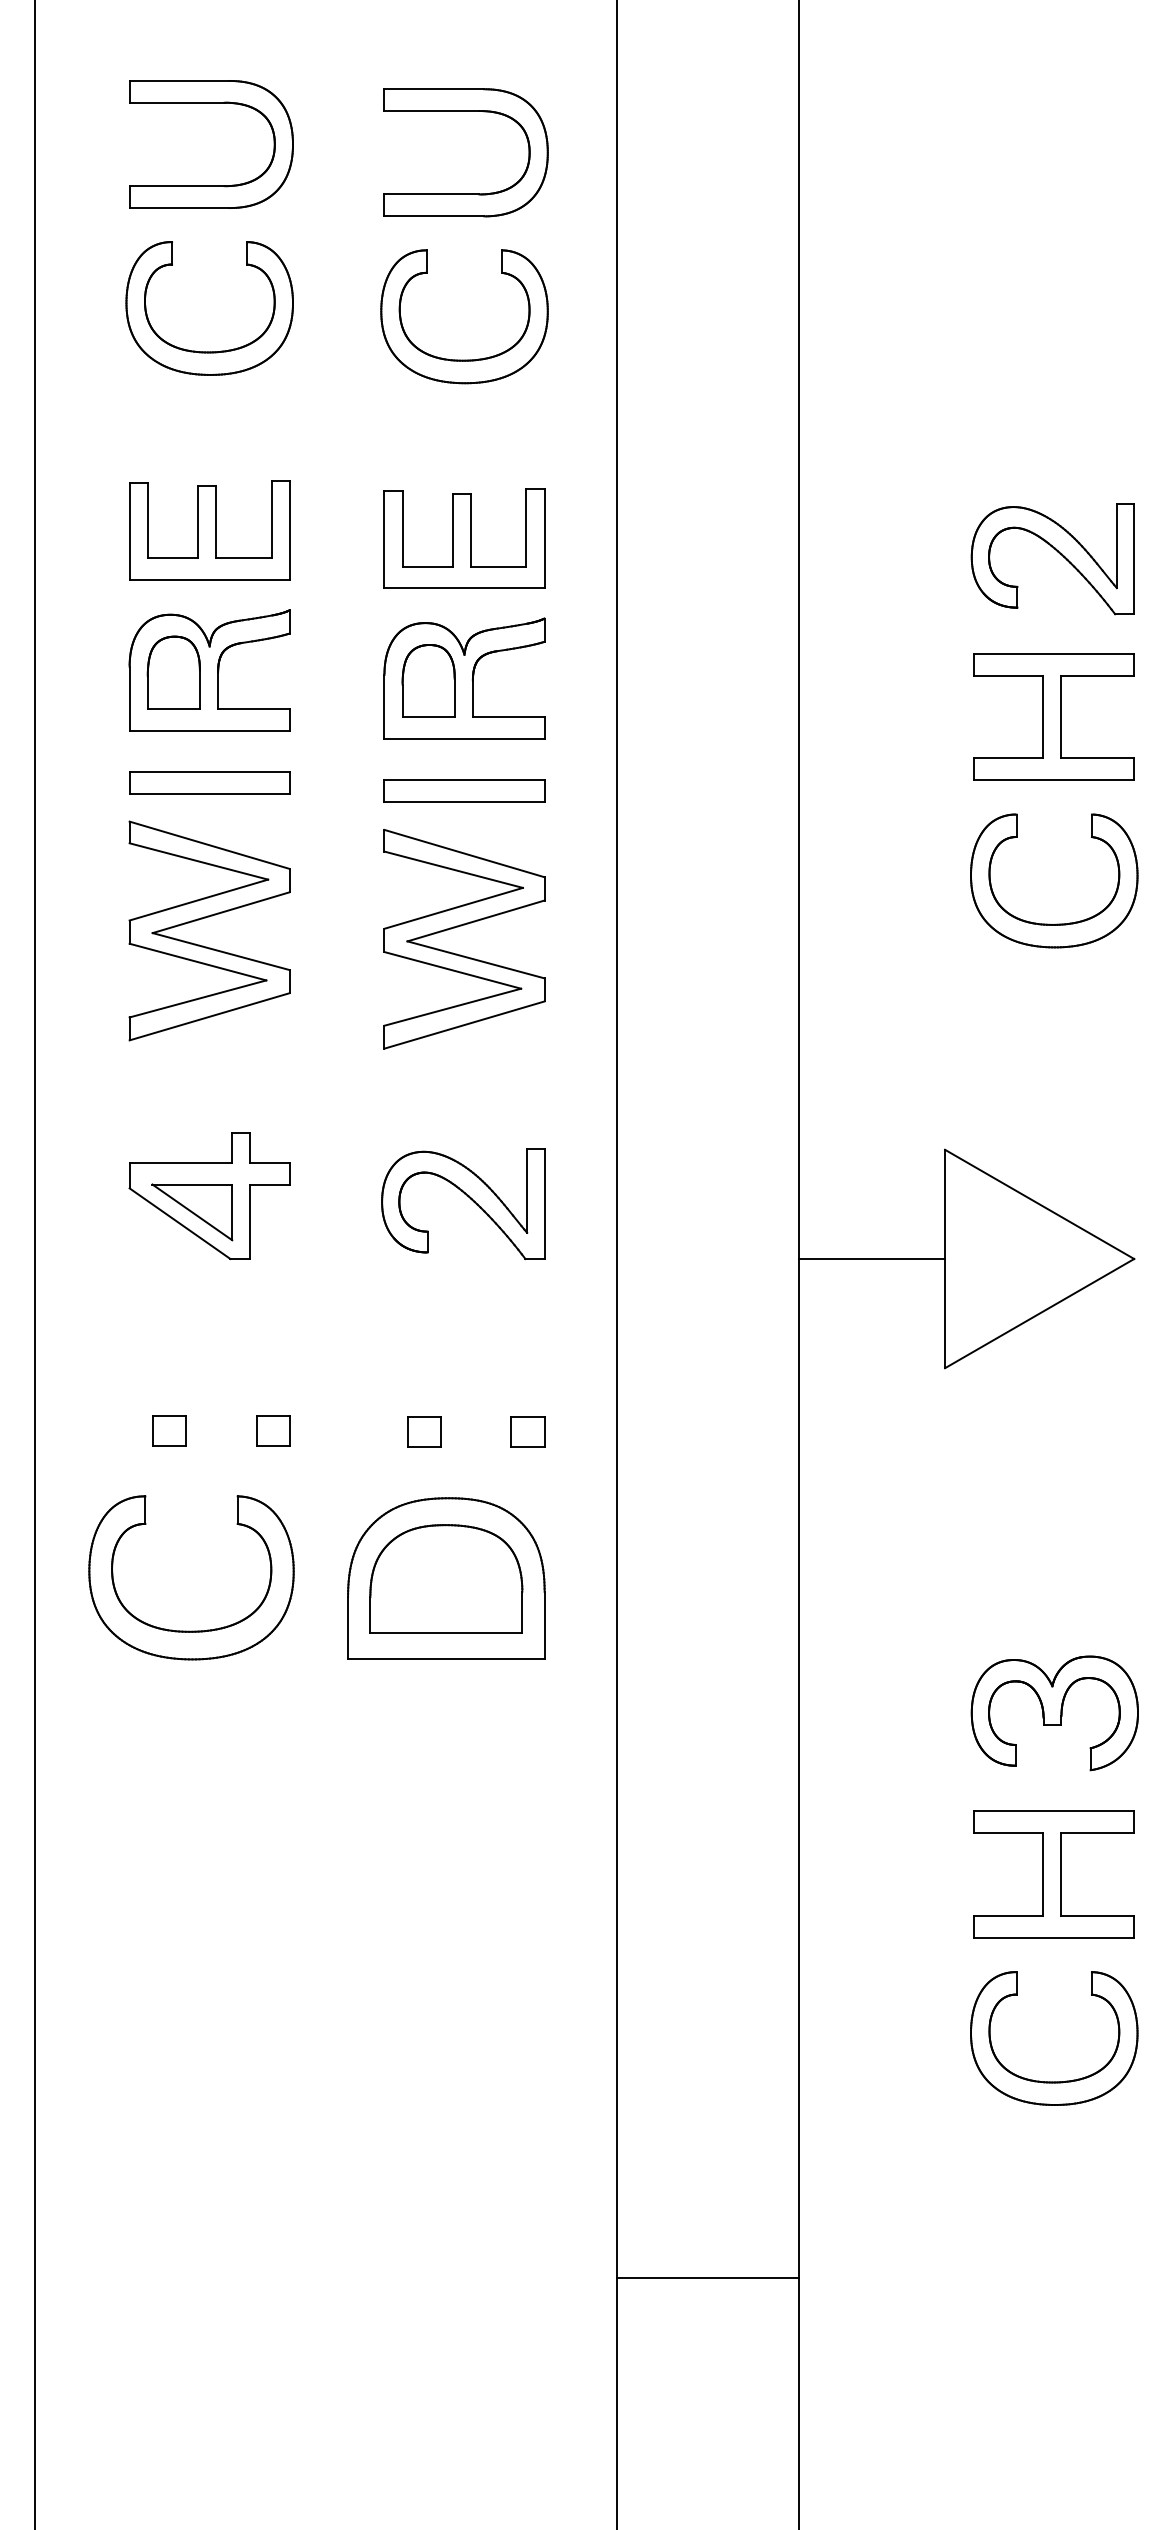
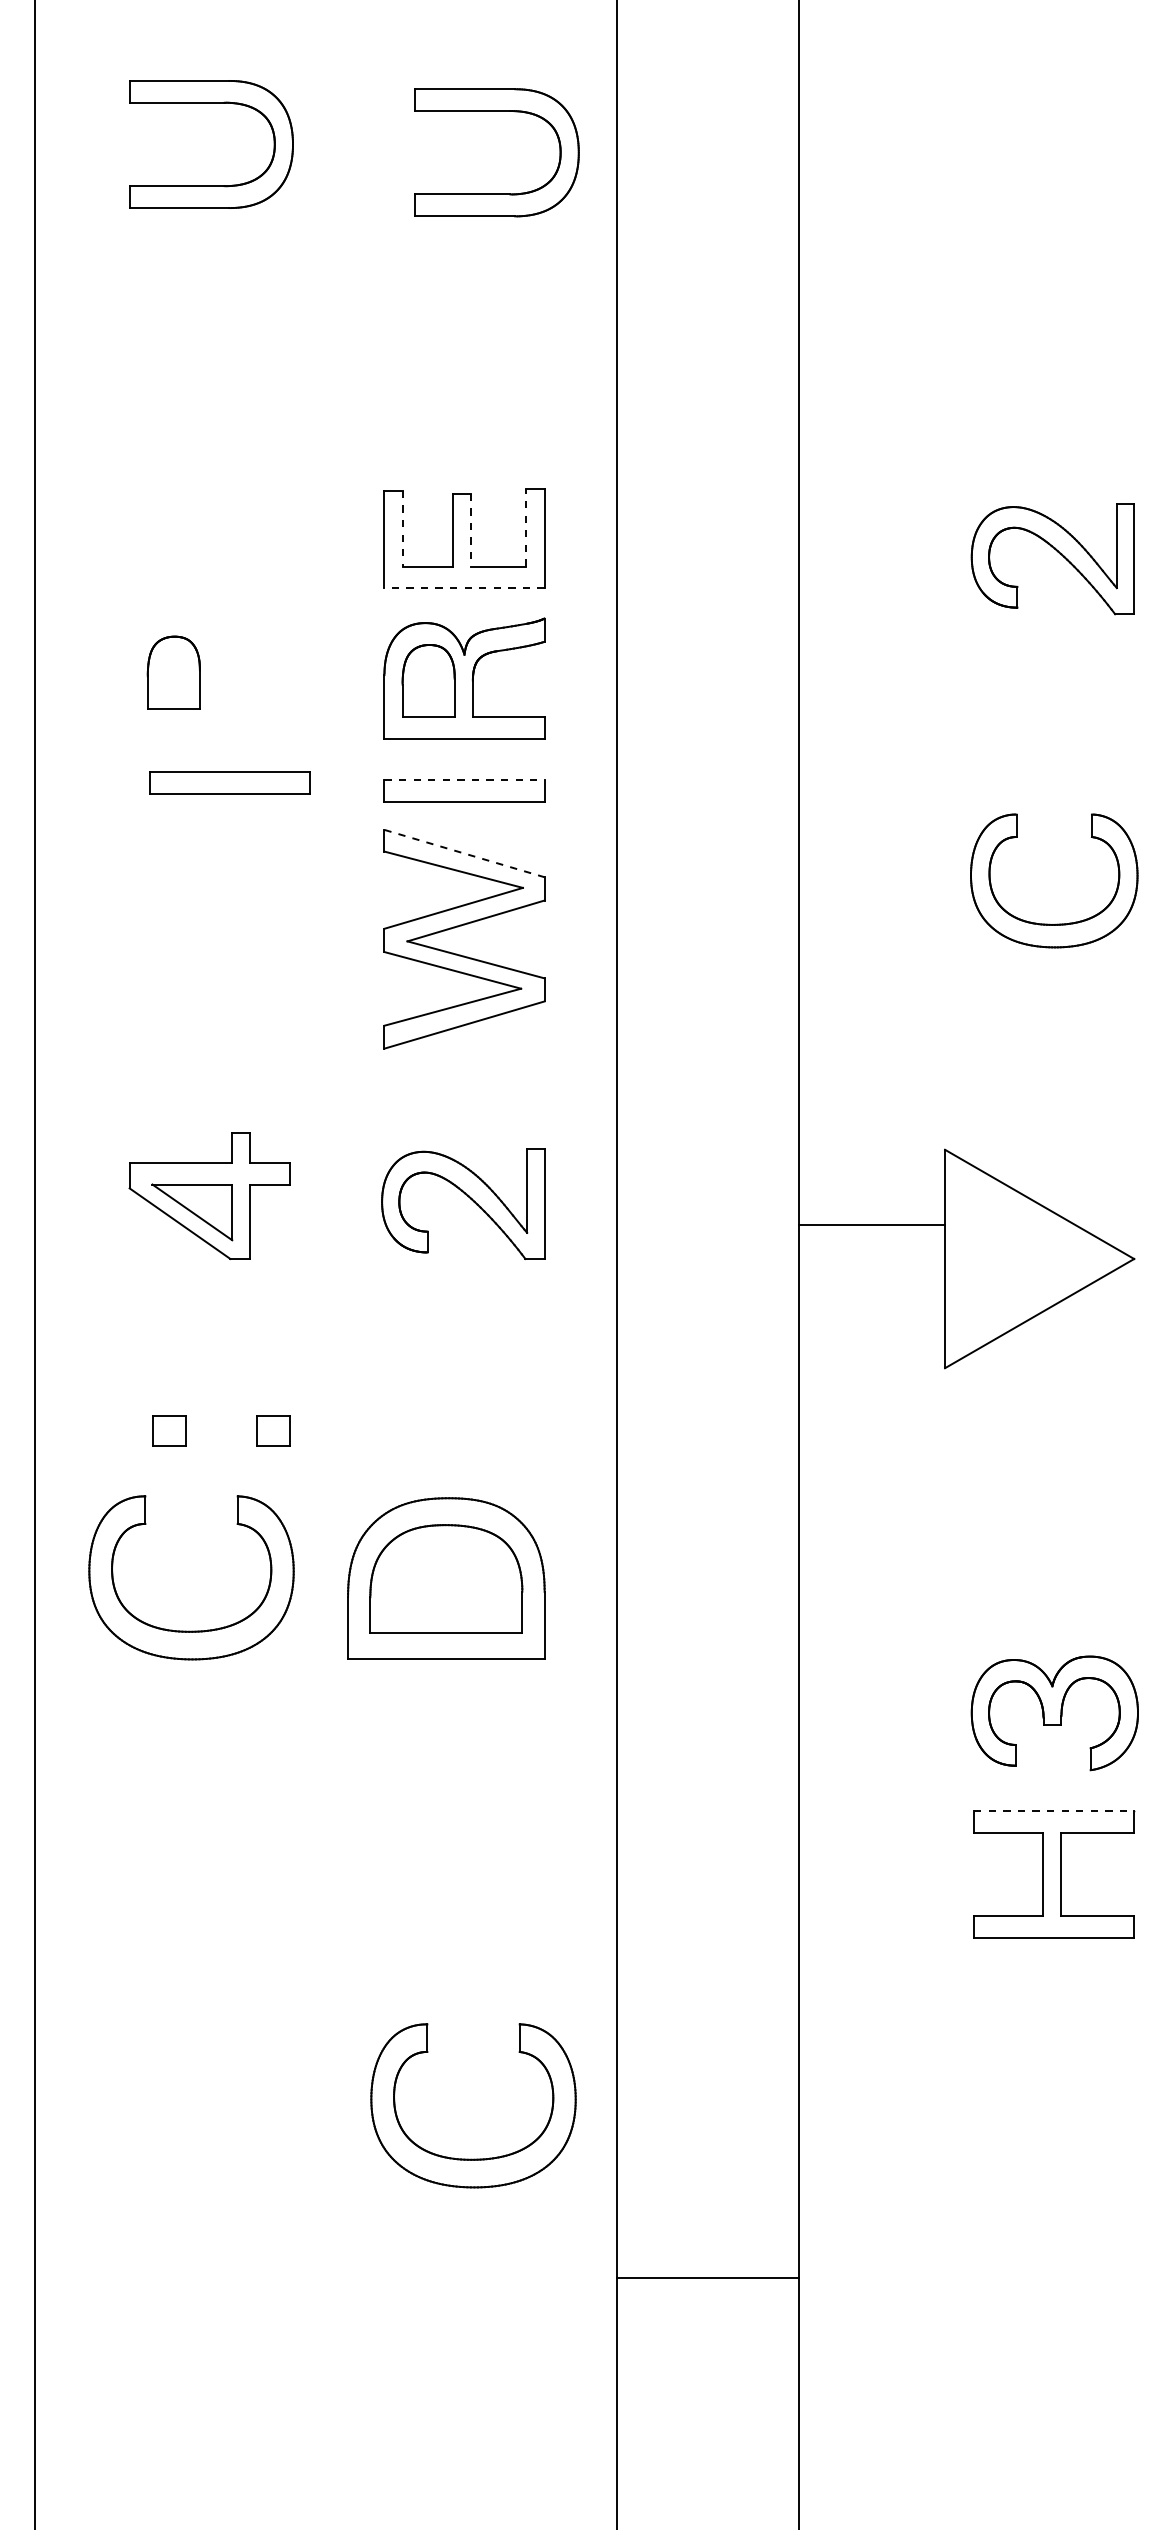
part at (465, 111) position: (465, 111) -> (496, 111)
part at (209, 351): present -> none
part at (464, 359): present -> none
line at (526, 527): solid -> dashed
line at (402, 528): solid -> dashed
part at (209, 530): present -> none
line at (471, 530): solid -> dashed
line at (464, 588): solid -> dashed
part at (209, 670): present -> none
part at (1053, 716): present -> none
line at (465, 780): solid -> dashed
part at (209, 782) position: (209, 782) -> (229, 782)
line at (464, 853): solid -> dashed
part at (205, 918): present -> none
line at (872, 1259) position: (872, 1259) -> (872, 1225)
part at (424, 1431): present -> none
part at (527, 1431): present -> none
line at (1054, 1811): solid -> dashed
part at (1054, 2081): present -> none
part at (473, 2158): none -> present
